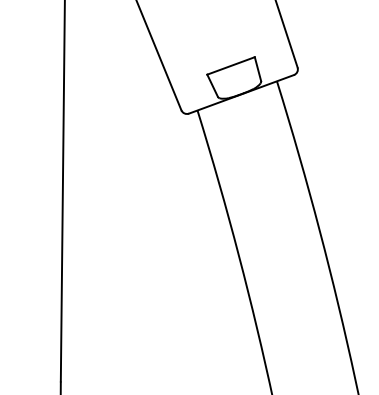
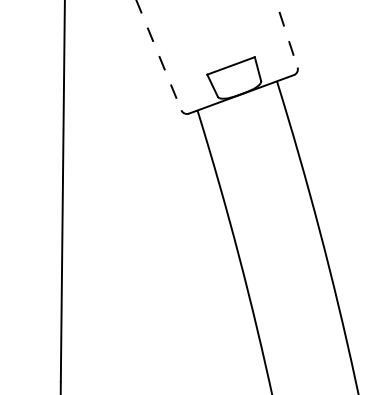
line at (286, 34): solid -> dashed
line at (159, 55): solid -> dashed
